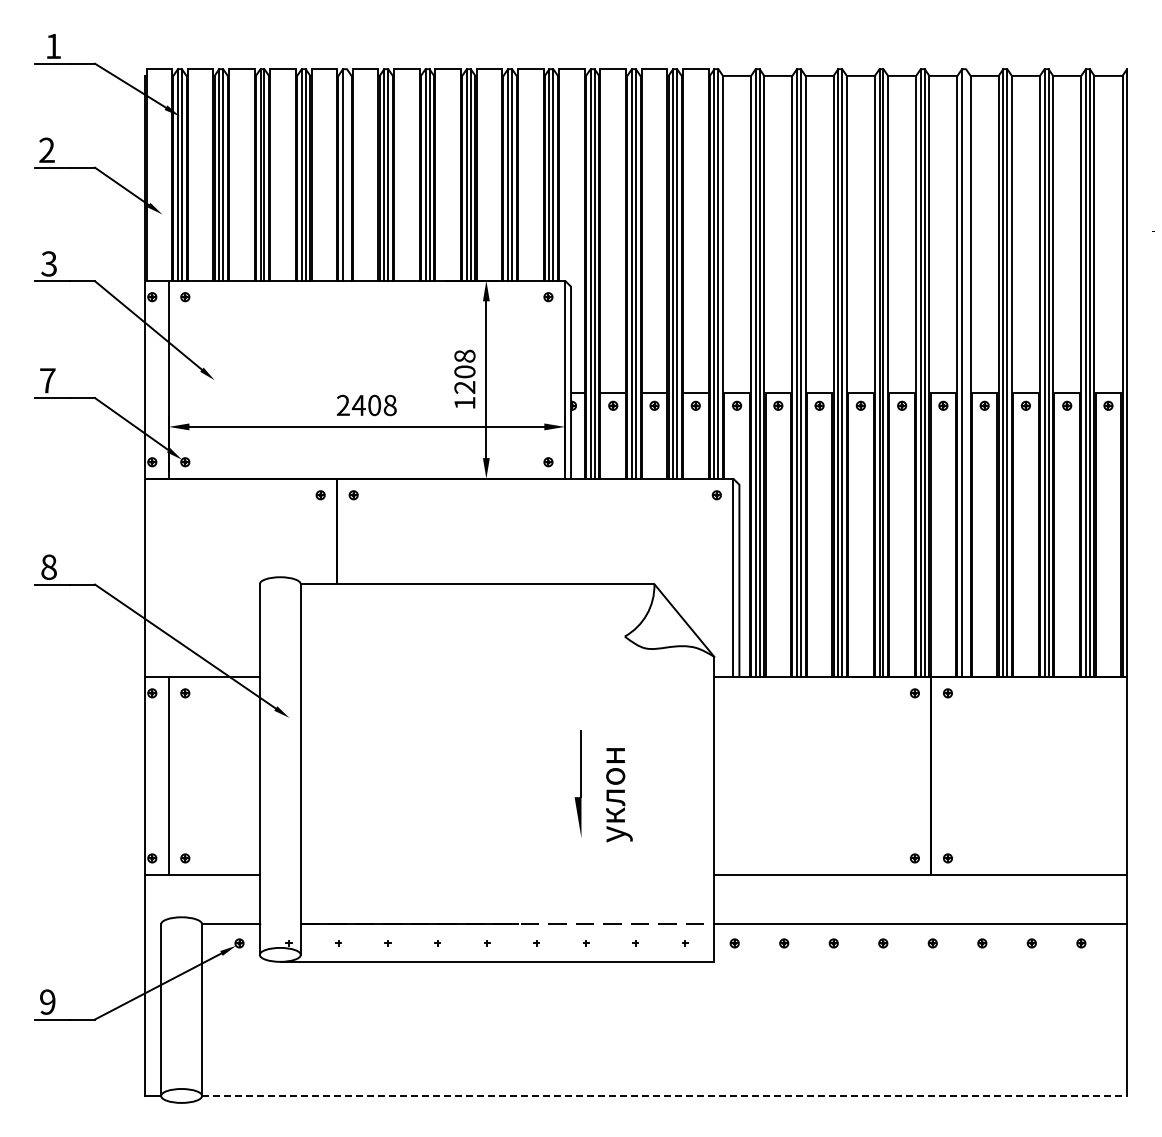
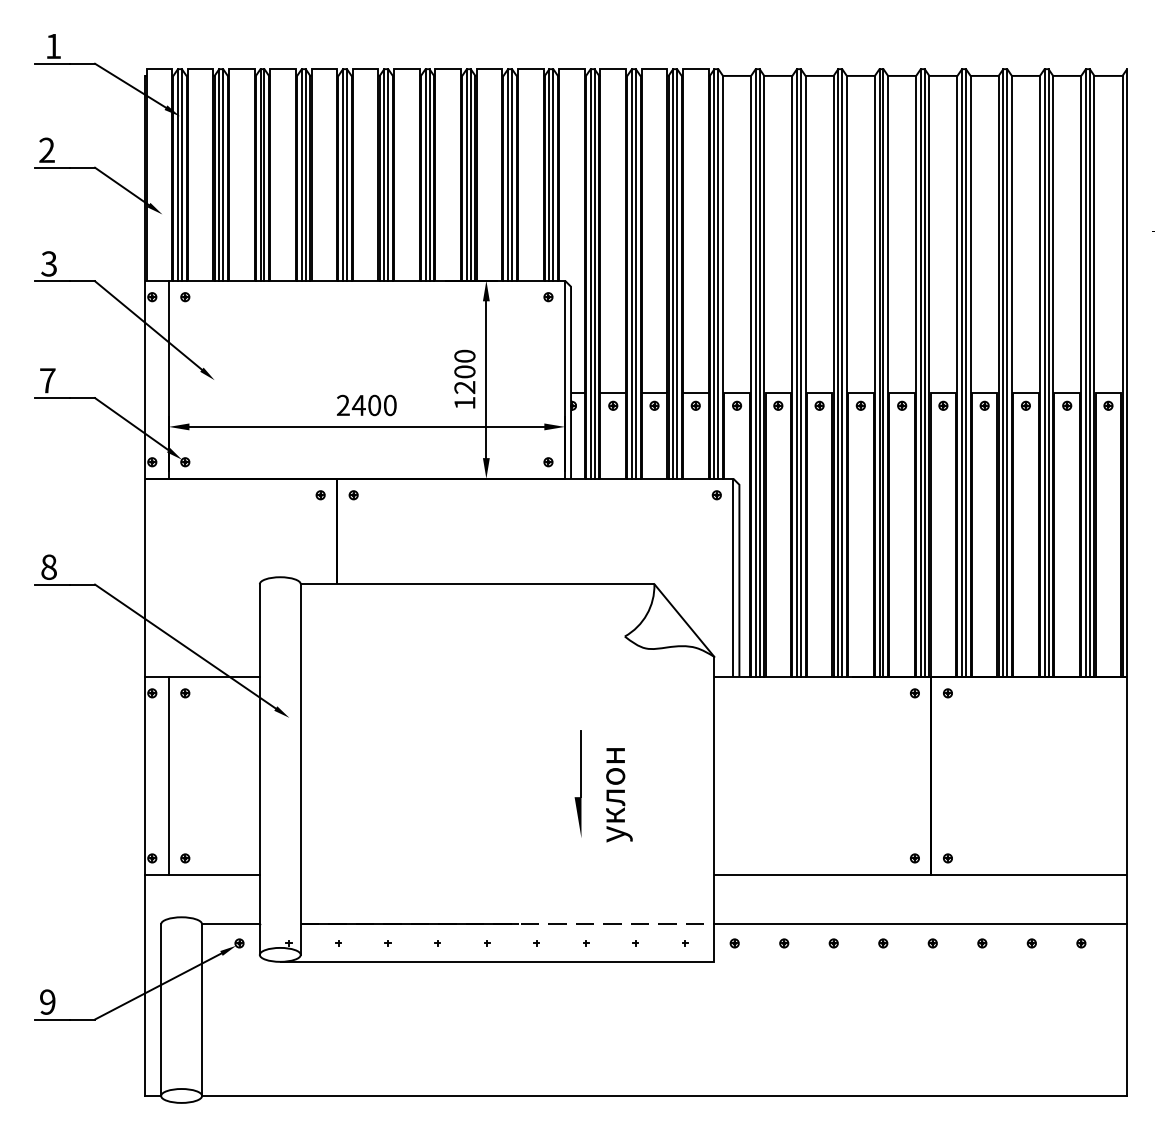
line at (347, 174): none -> present
text at (465, 355): 1208 -> 1200
line at (966, 372): none -> present
text at (389, 405): 2408 -> 2400
line at (664, 1095): dashed -> solid
